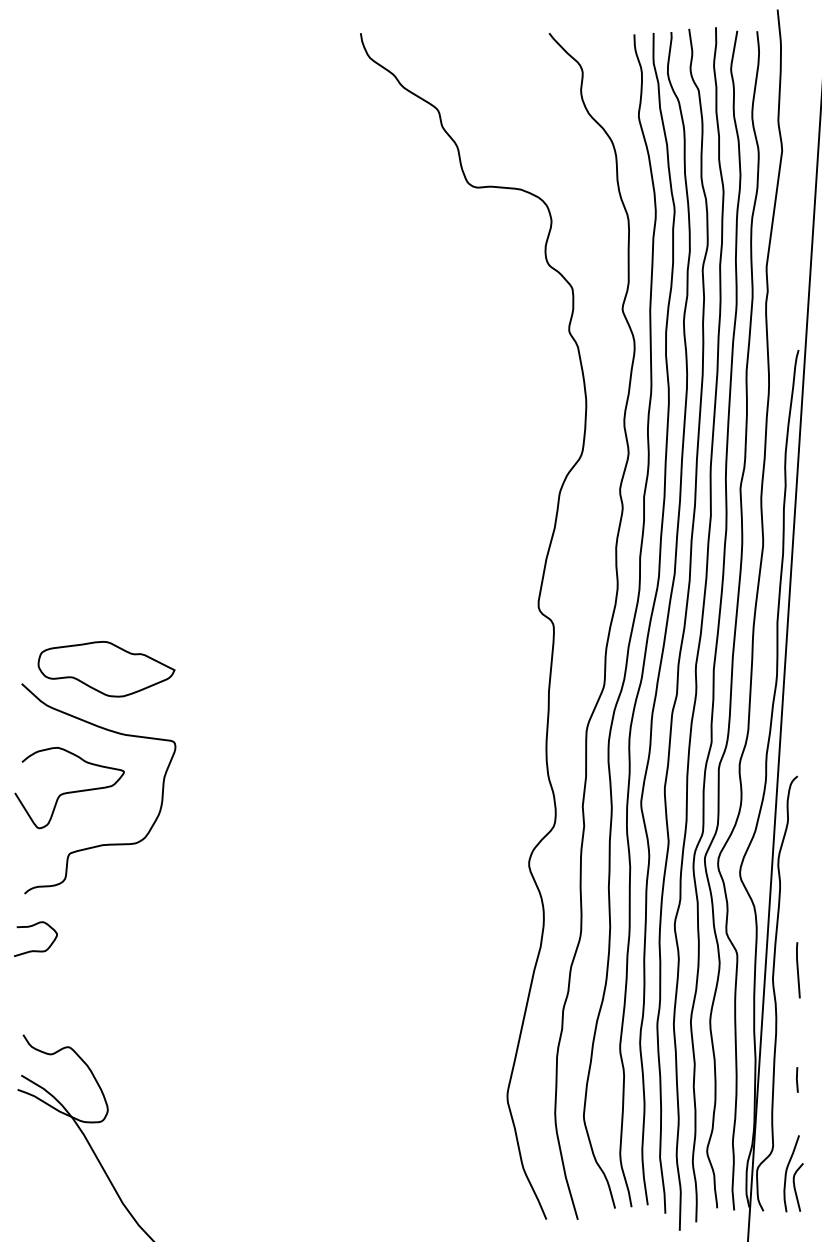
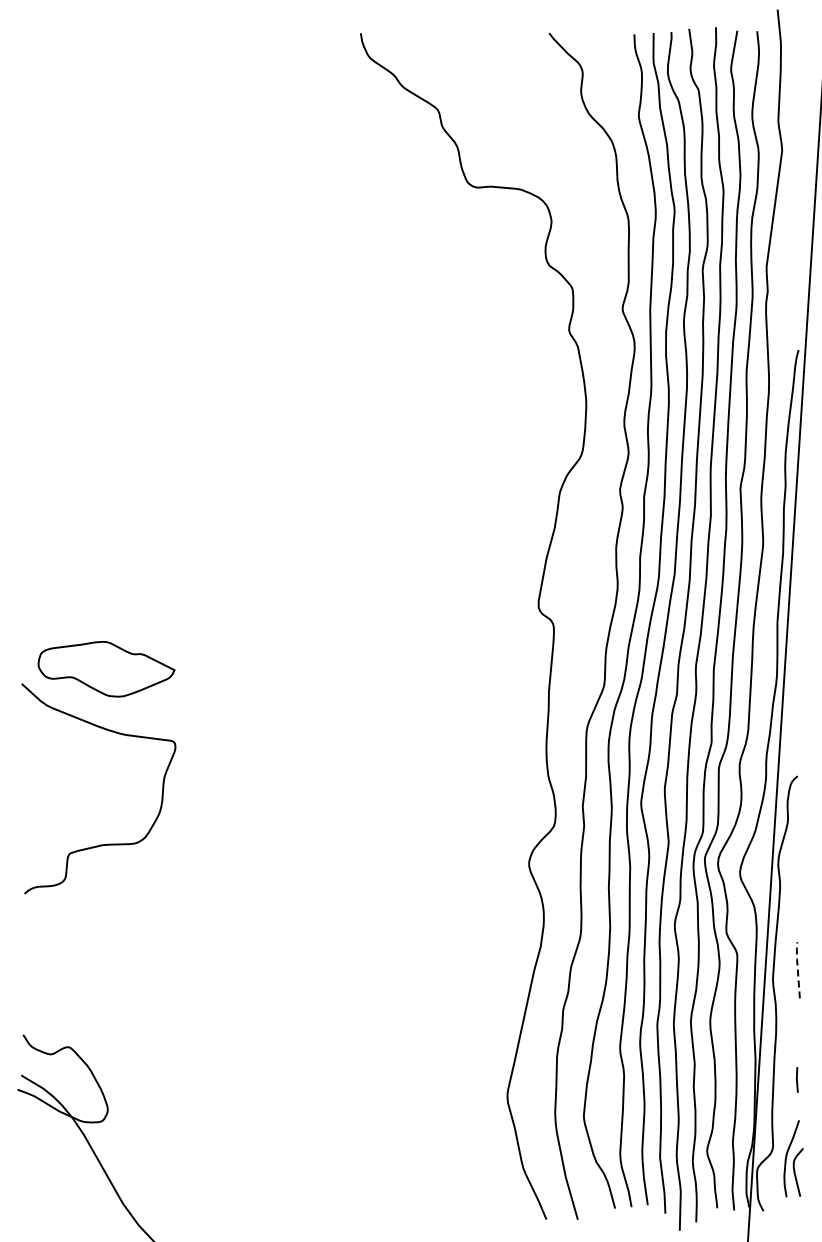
curve at (69, 791): present -> none
curve at (35, 950): present -> none
line at (797, 968): solid -> dashed
part at (793, 1173) position: (793, 1173) -> (793, 1158)
